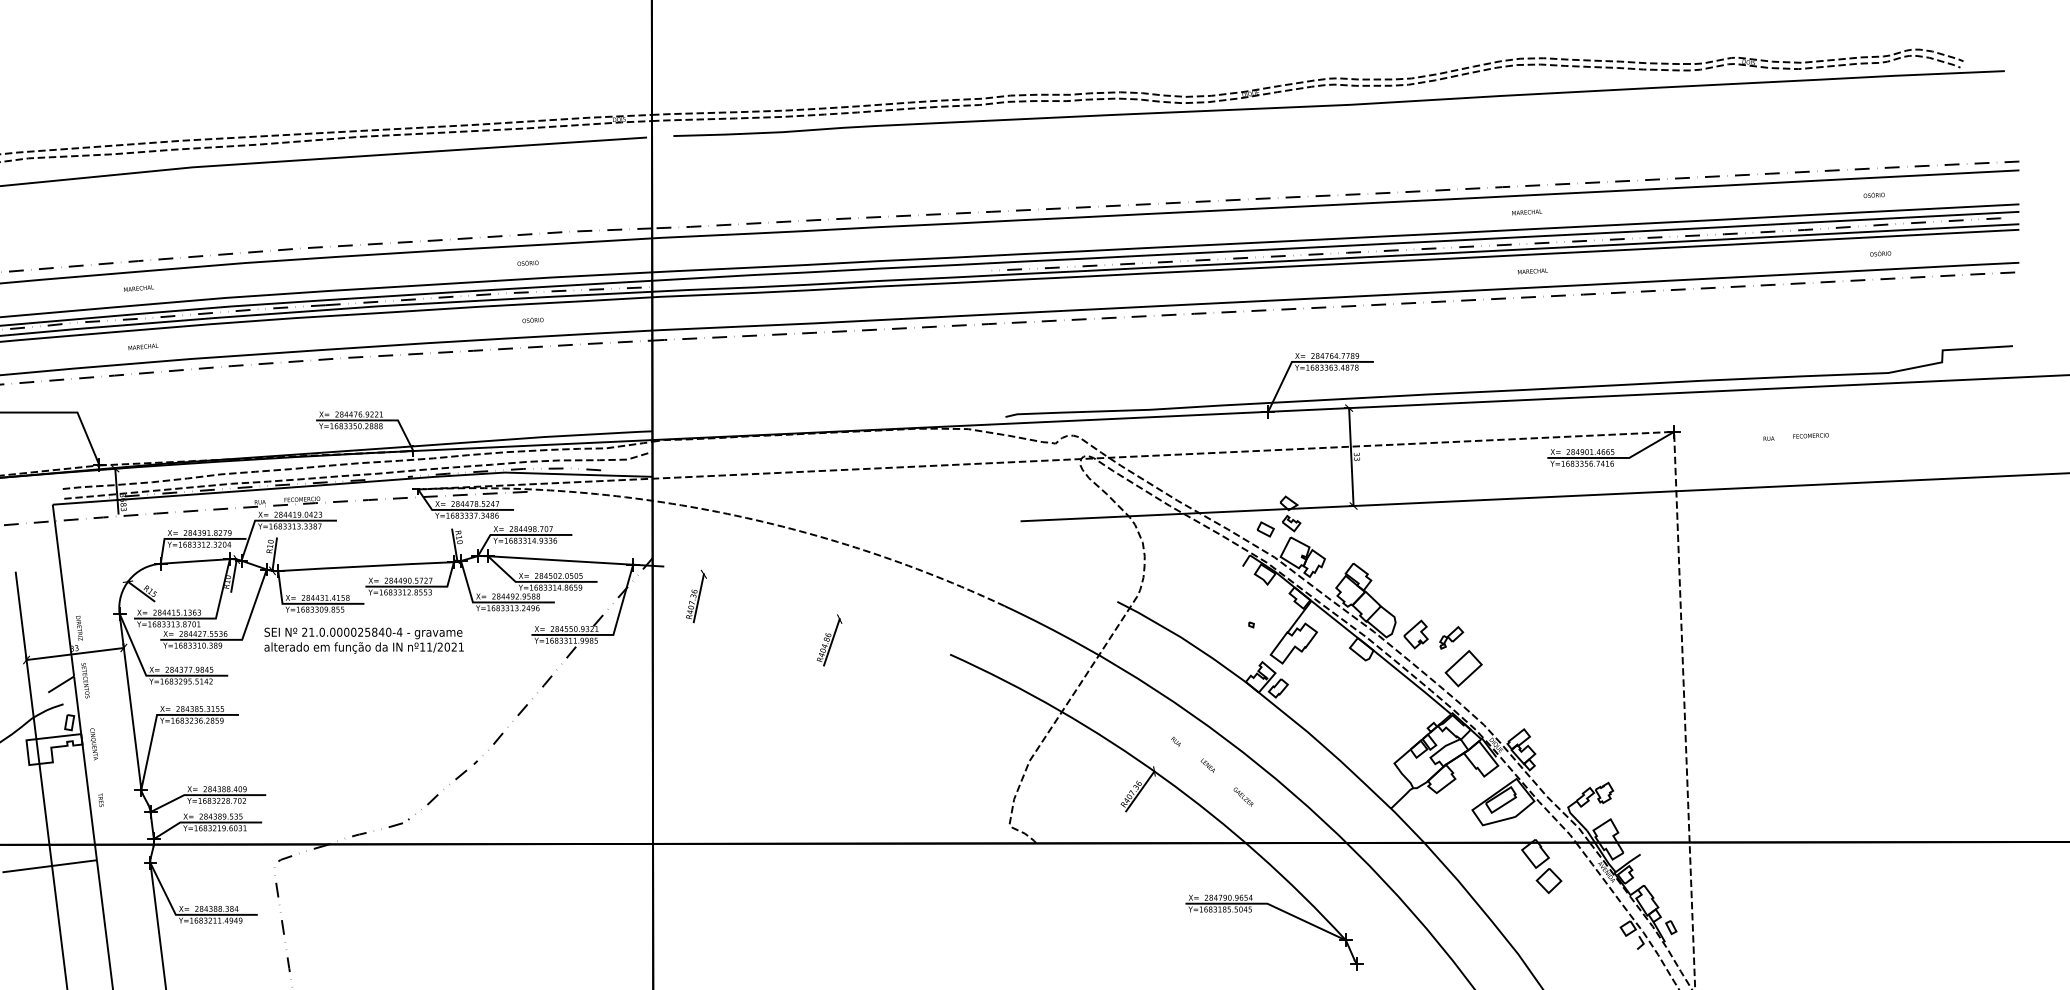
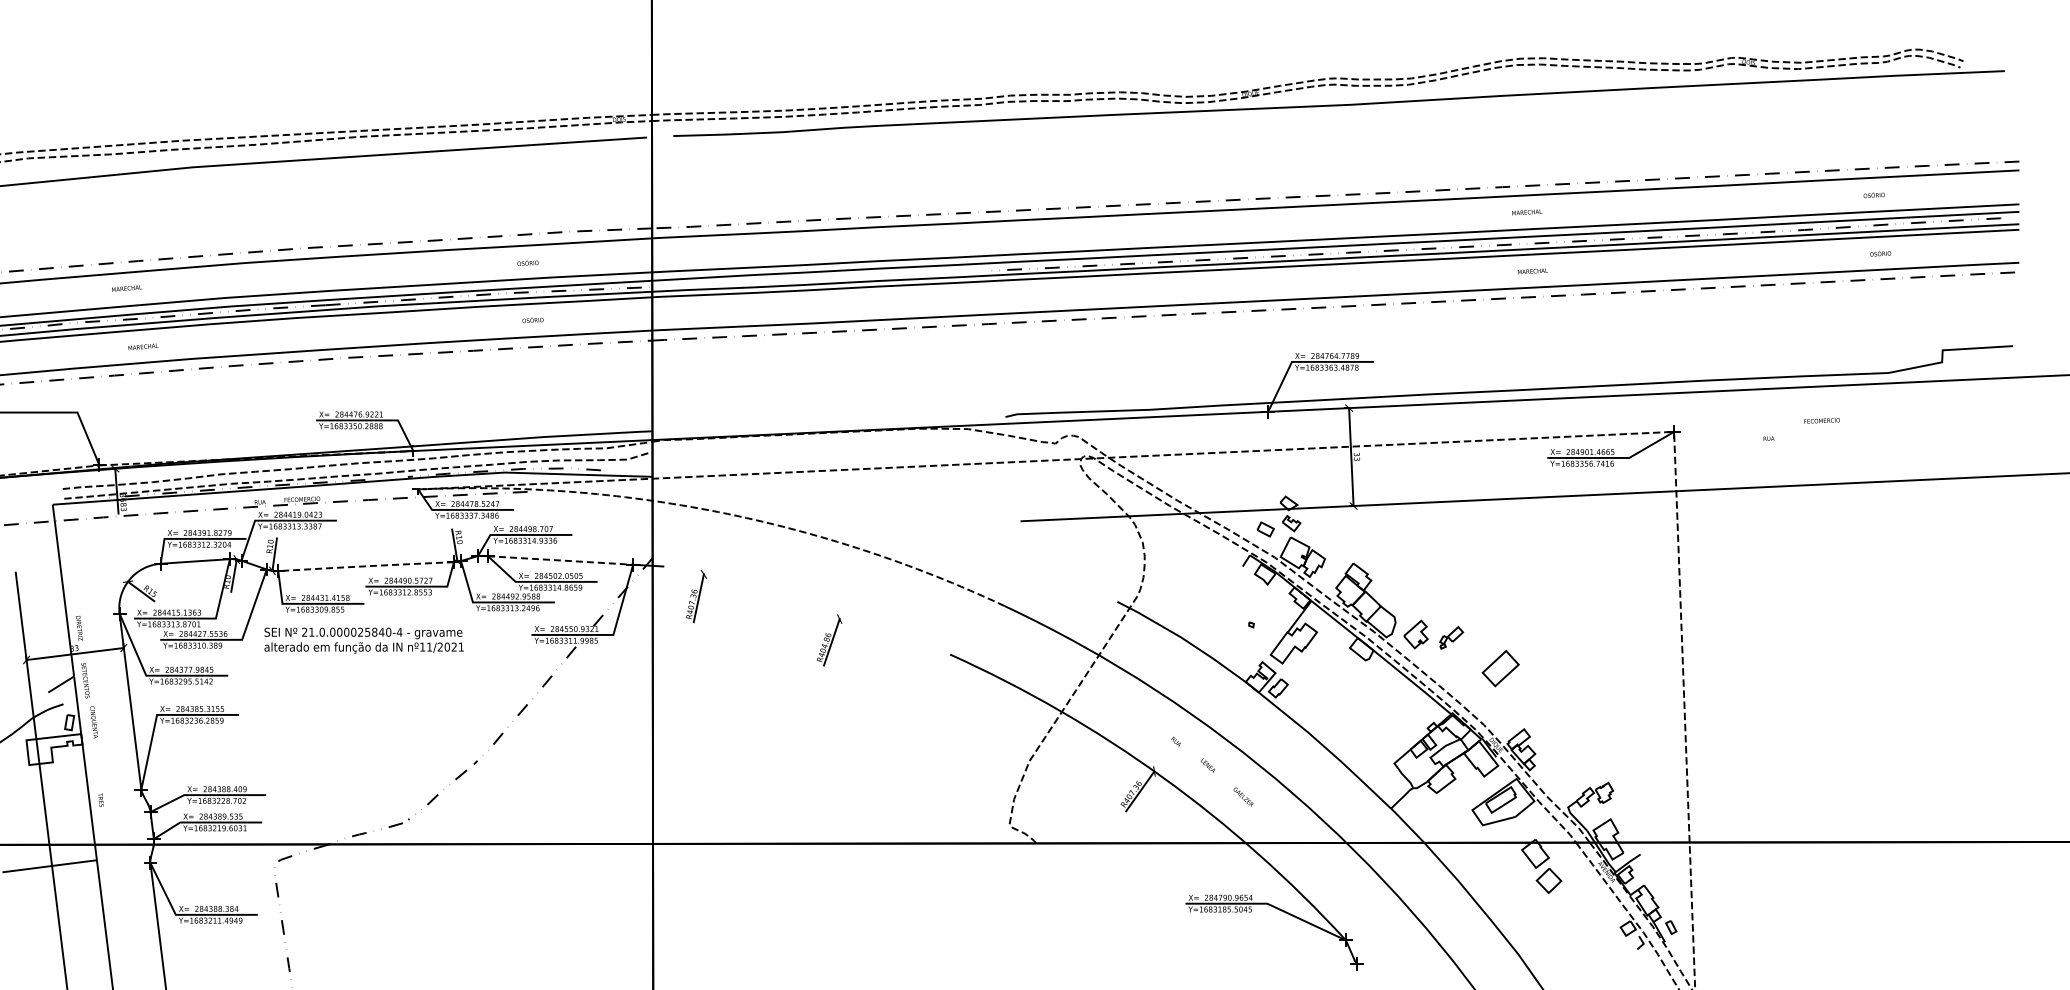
text at (138, 288) position: (138, 288) -> (126, 288)
text at (1810, 435) position: (1810, 435) -> (1821, 420)
line at (560, 560): solid -> dashed
arc at (366, 566): solid -> dashed
part at (1463, 668) position: (1463, 668) -> (1500, 668)
text at (93, 744) position: (93, 744) -> (93, 722)
